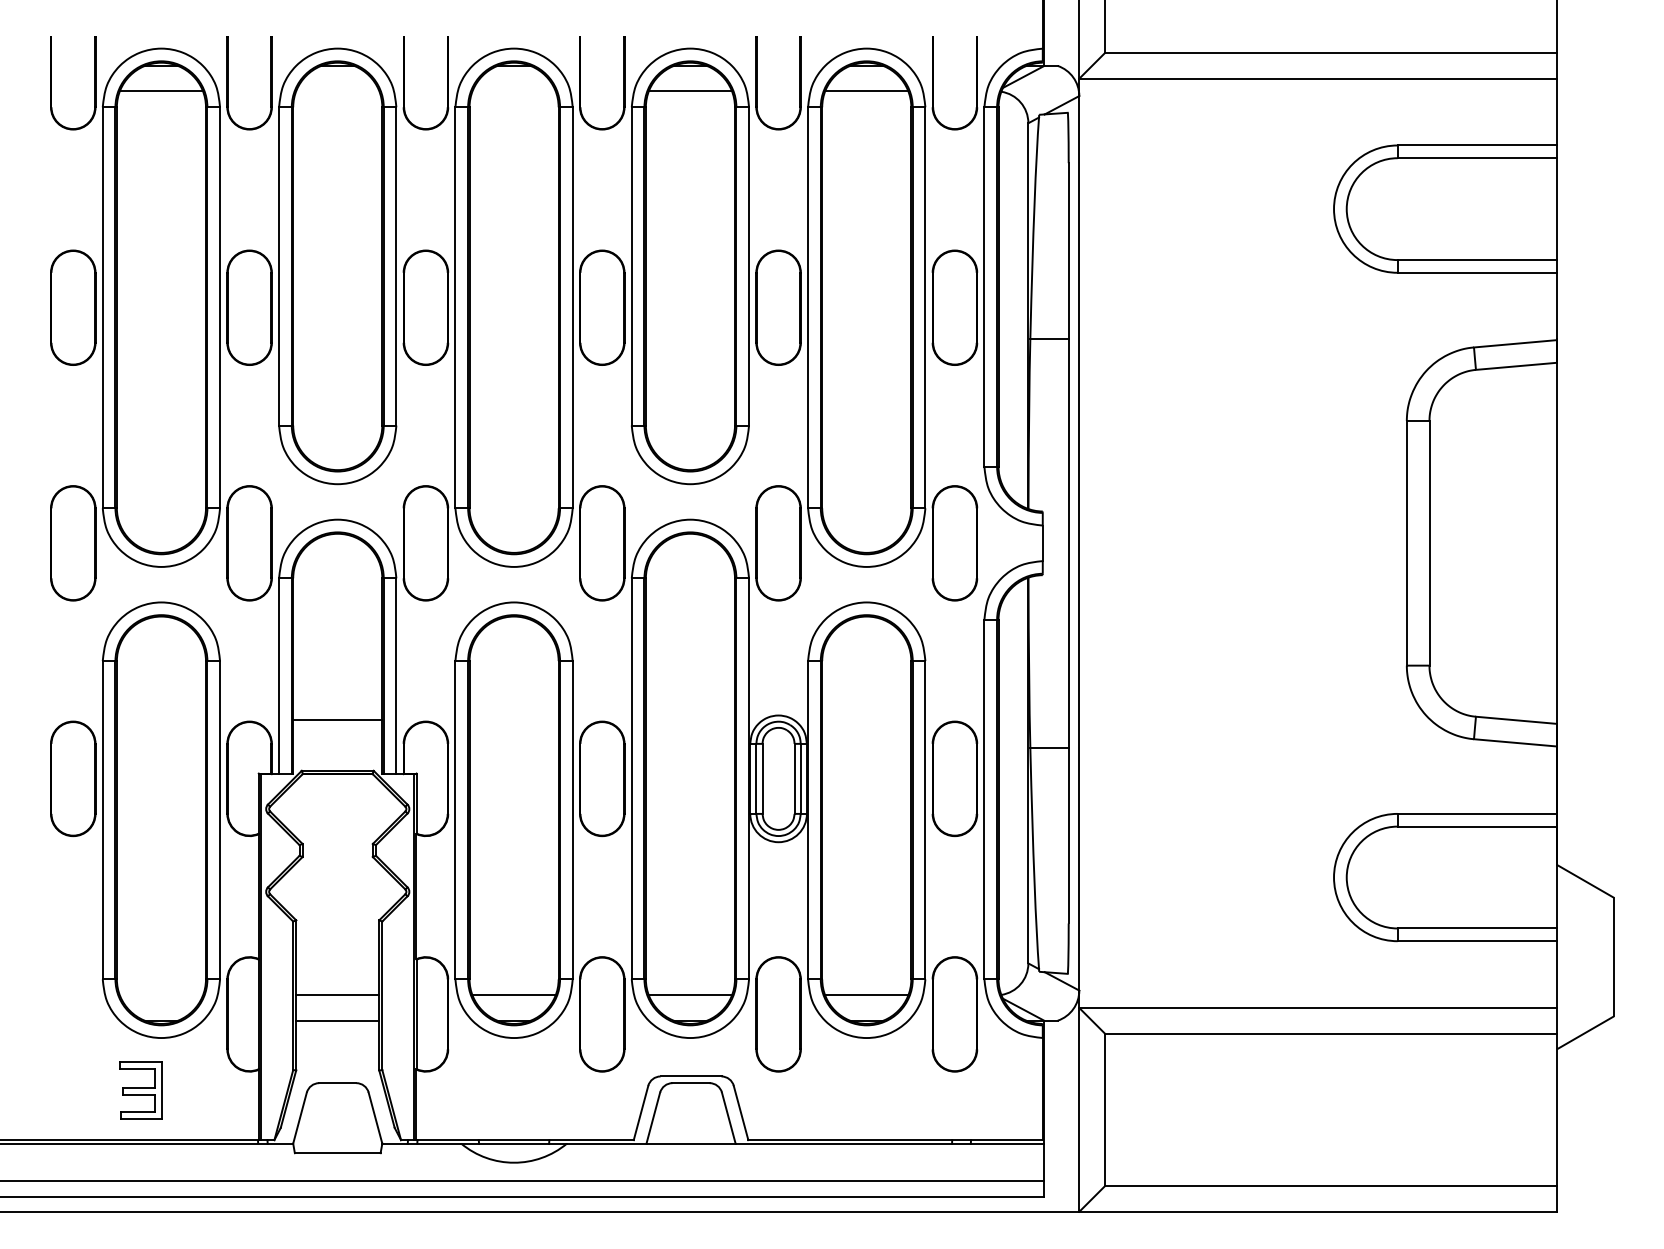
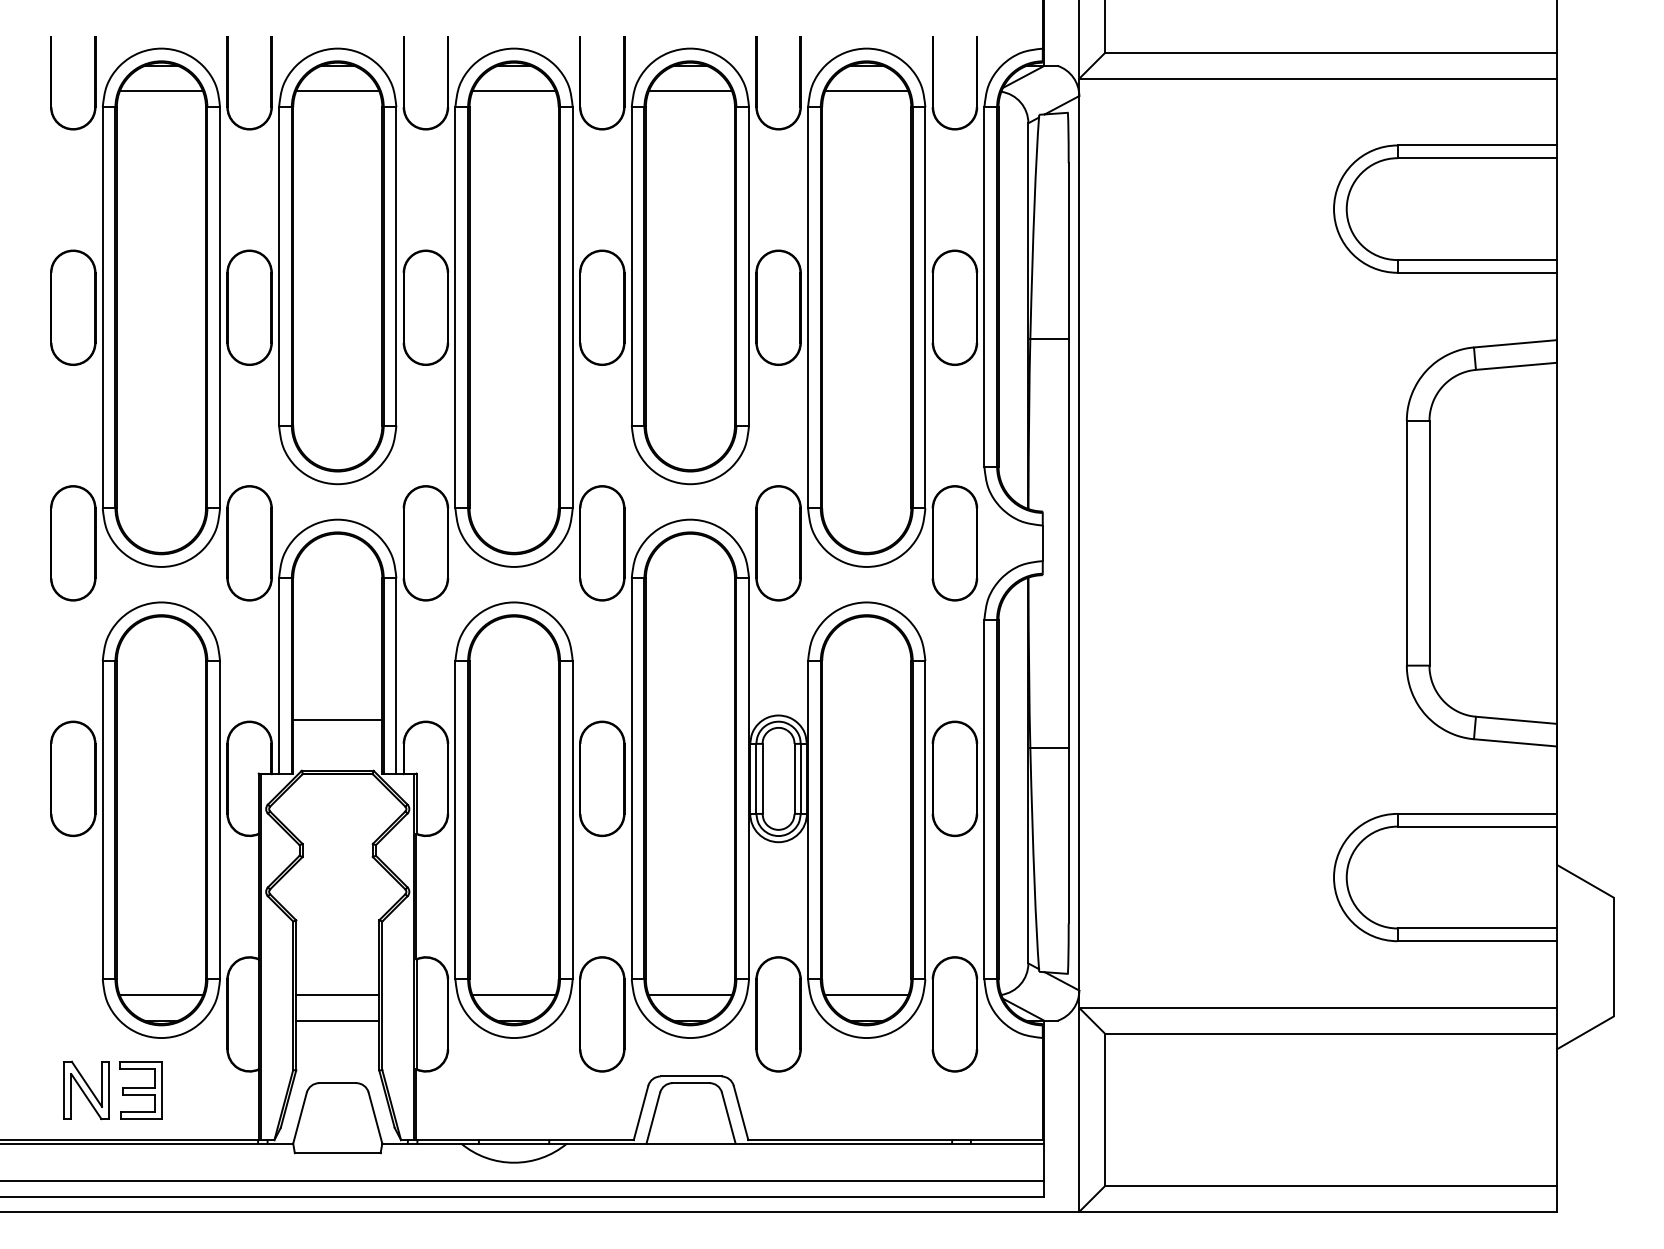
line at (337, 91): none -> present
line at (513, 91): none -> present
line at (161, 995): none -> present
part at (86, 1090): none -> present
